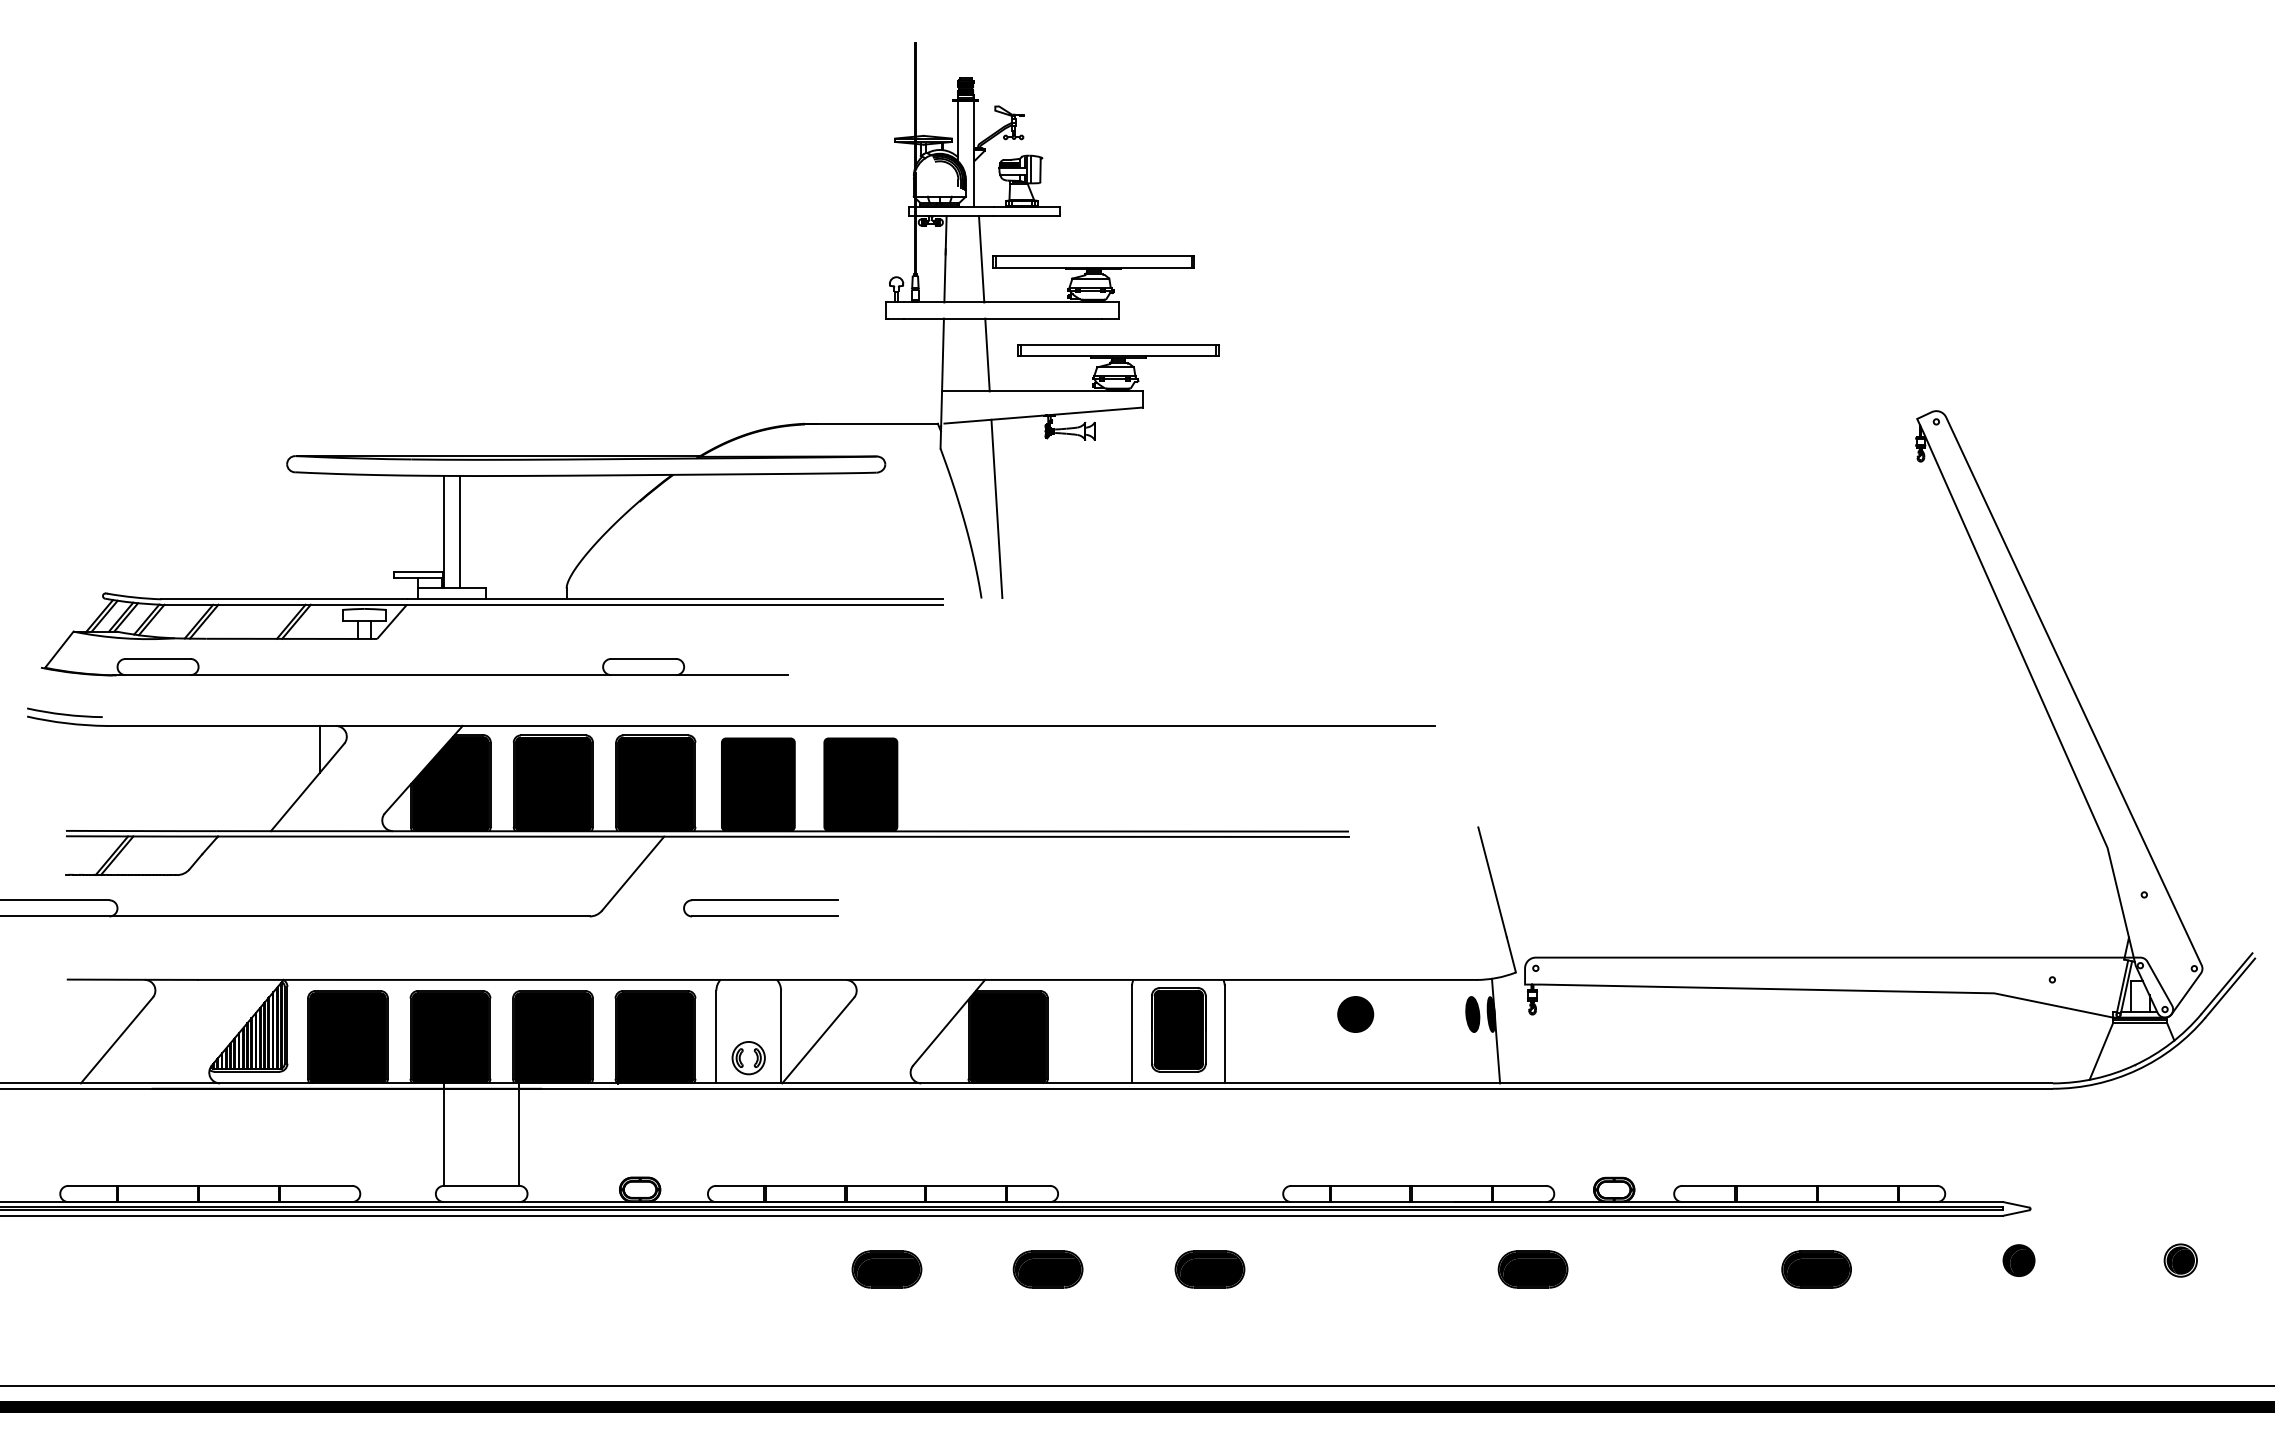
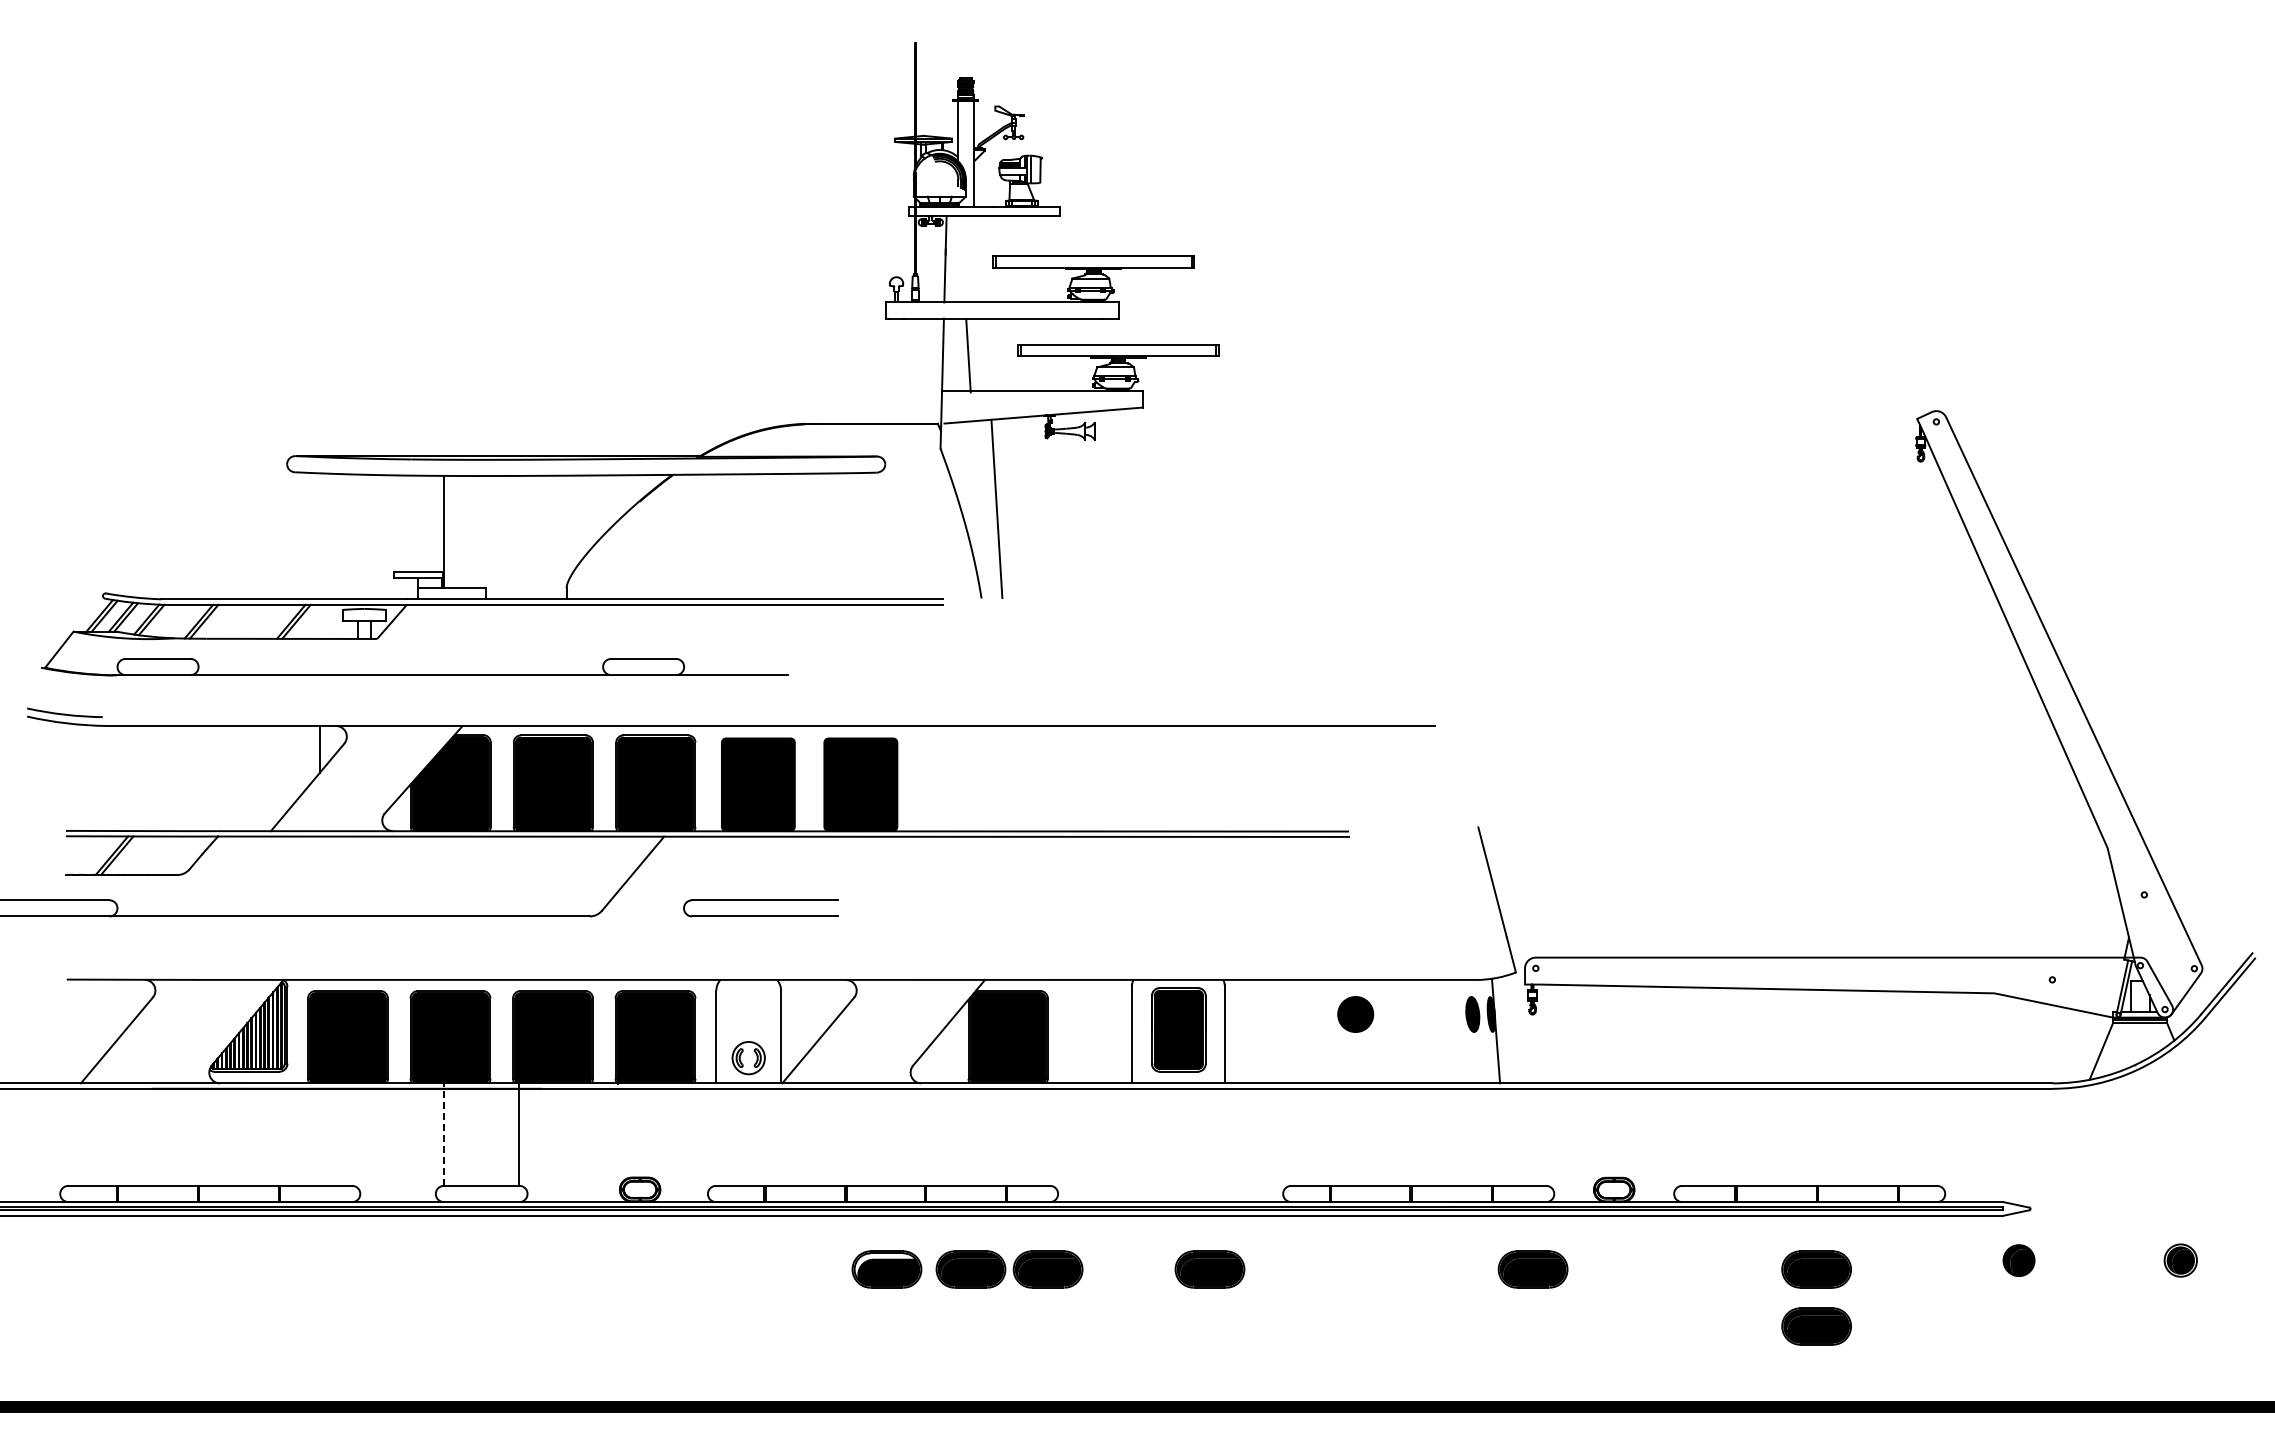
line at (981, 259): present -> none
line at (987, 354) position: (987, 354) -> (968, 355)
line at (460, 532): present -> none
line at (443, 1134): solid -> dashed
fill at (884, 1266): present -> none
part at (970, 1269): none -> present
part at (1816, 1326): none -> present
line at (1136, 1385): present -> none
